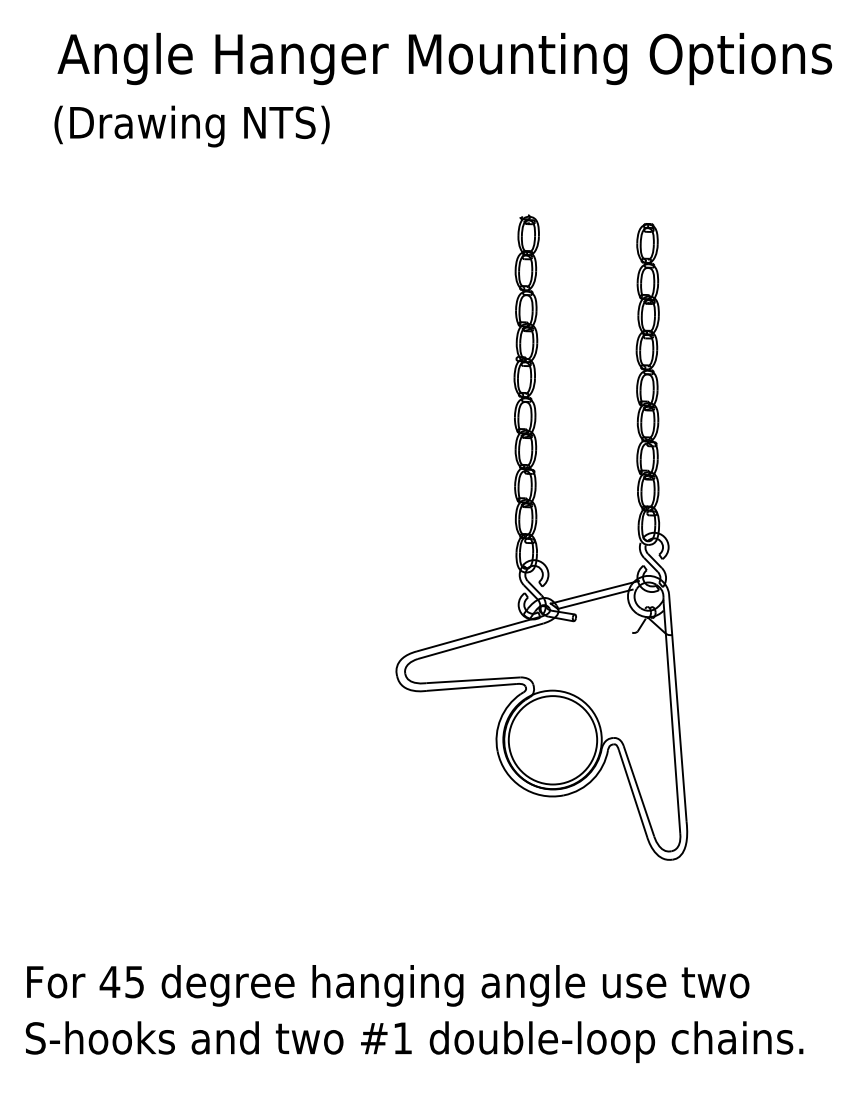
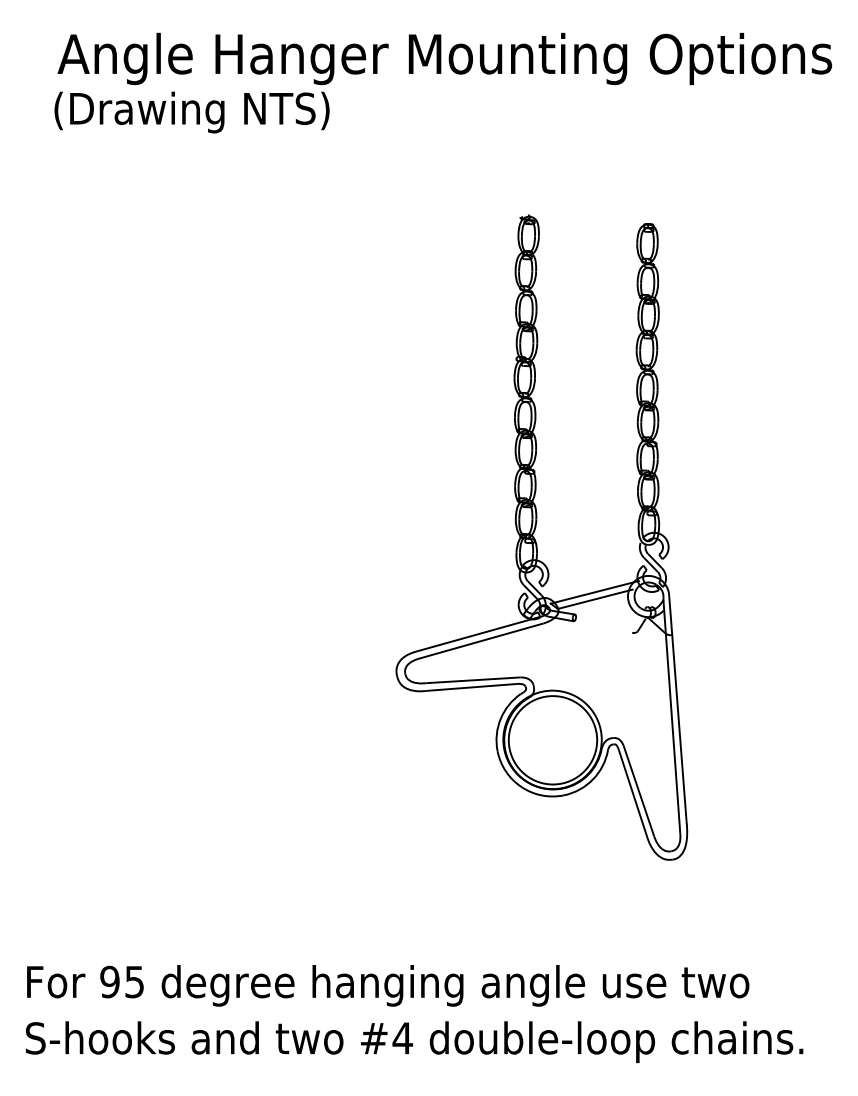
text at (191, 126) position: (191, 126) -> (191, 112)
text at (109, 981): 45 -> 95
text at (402, 1038): #1 -> #4
